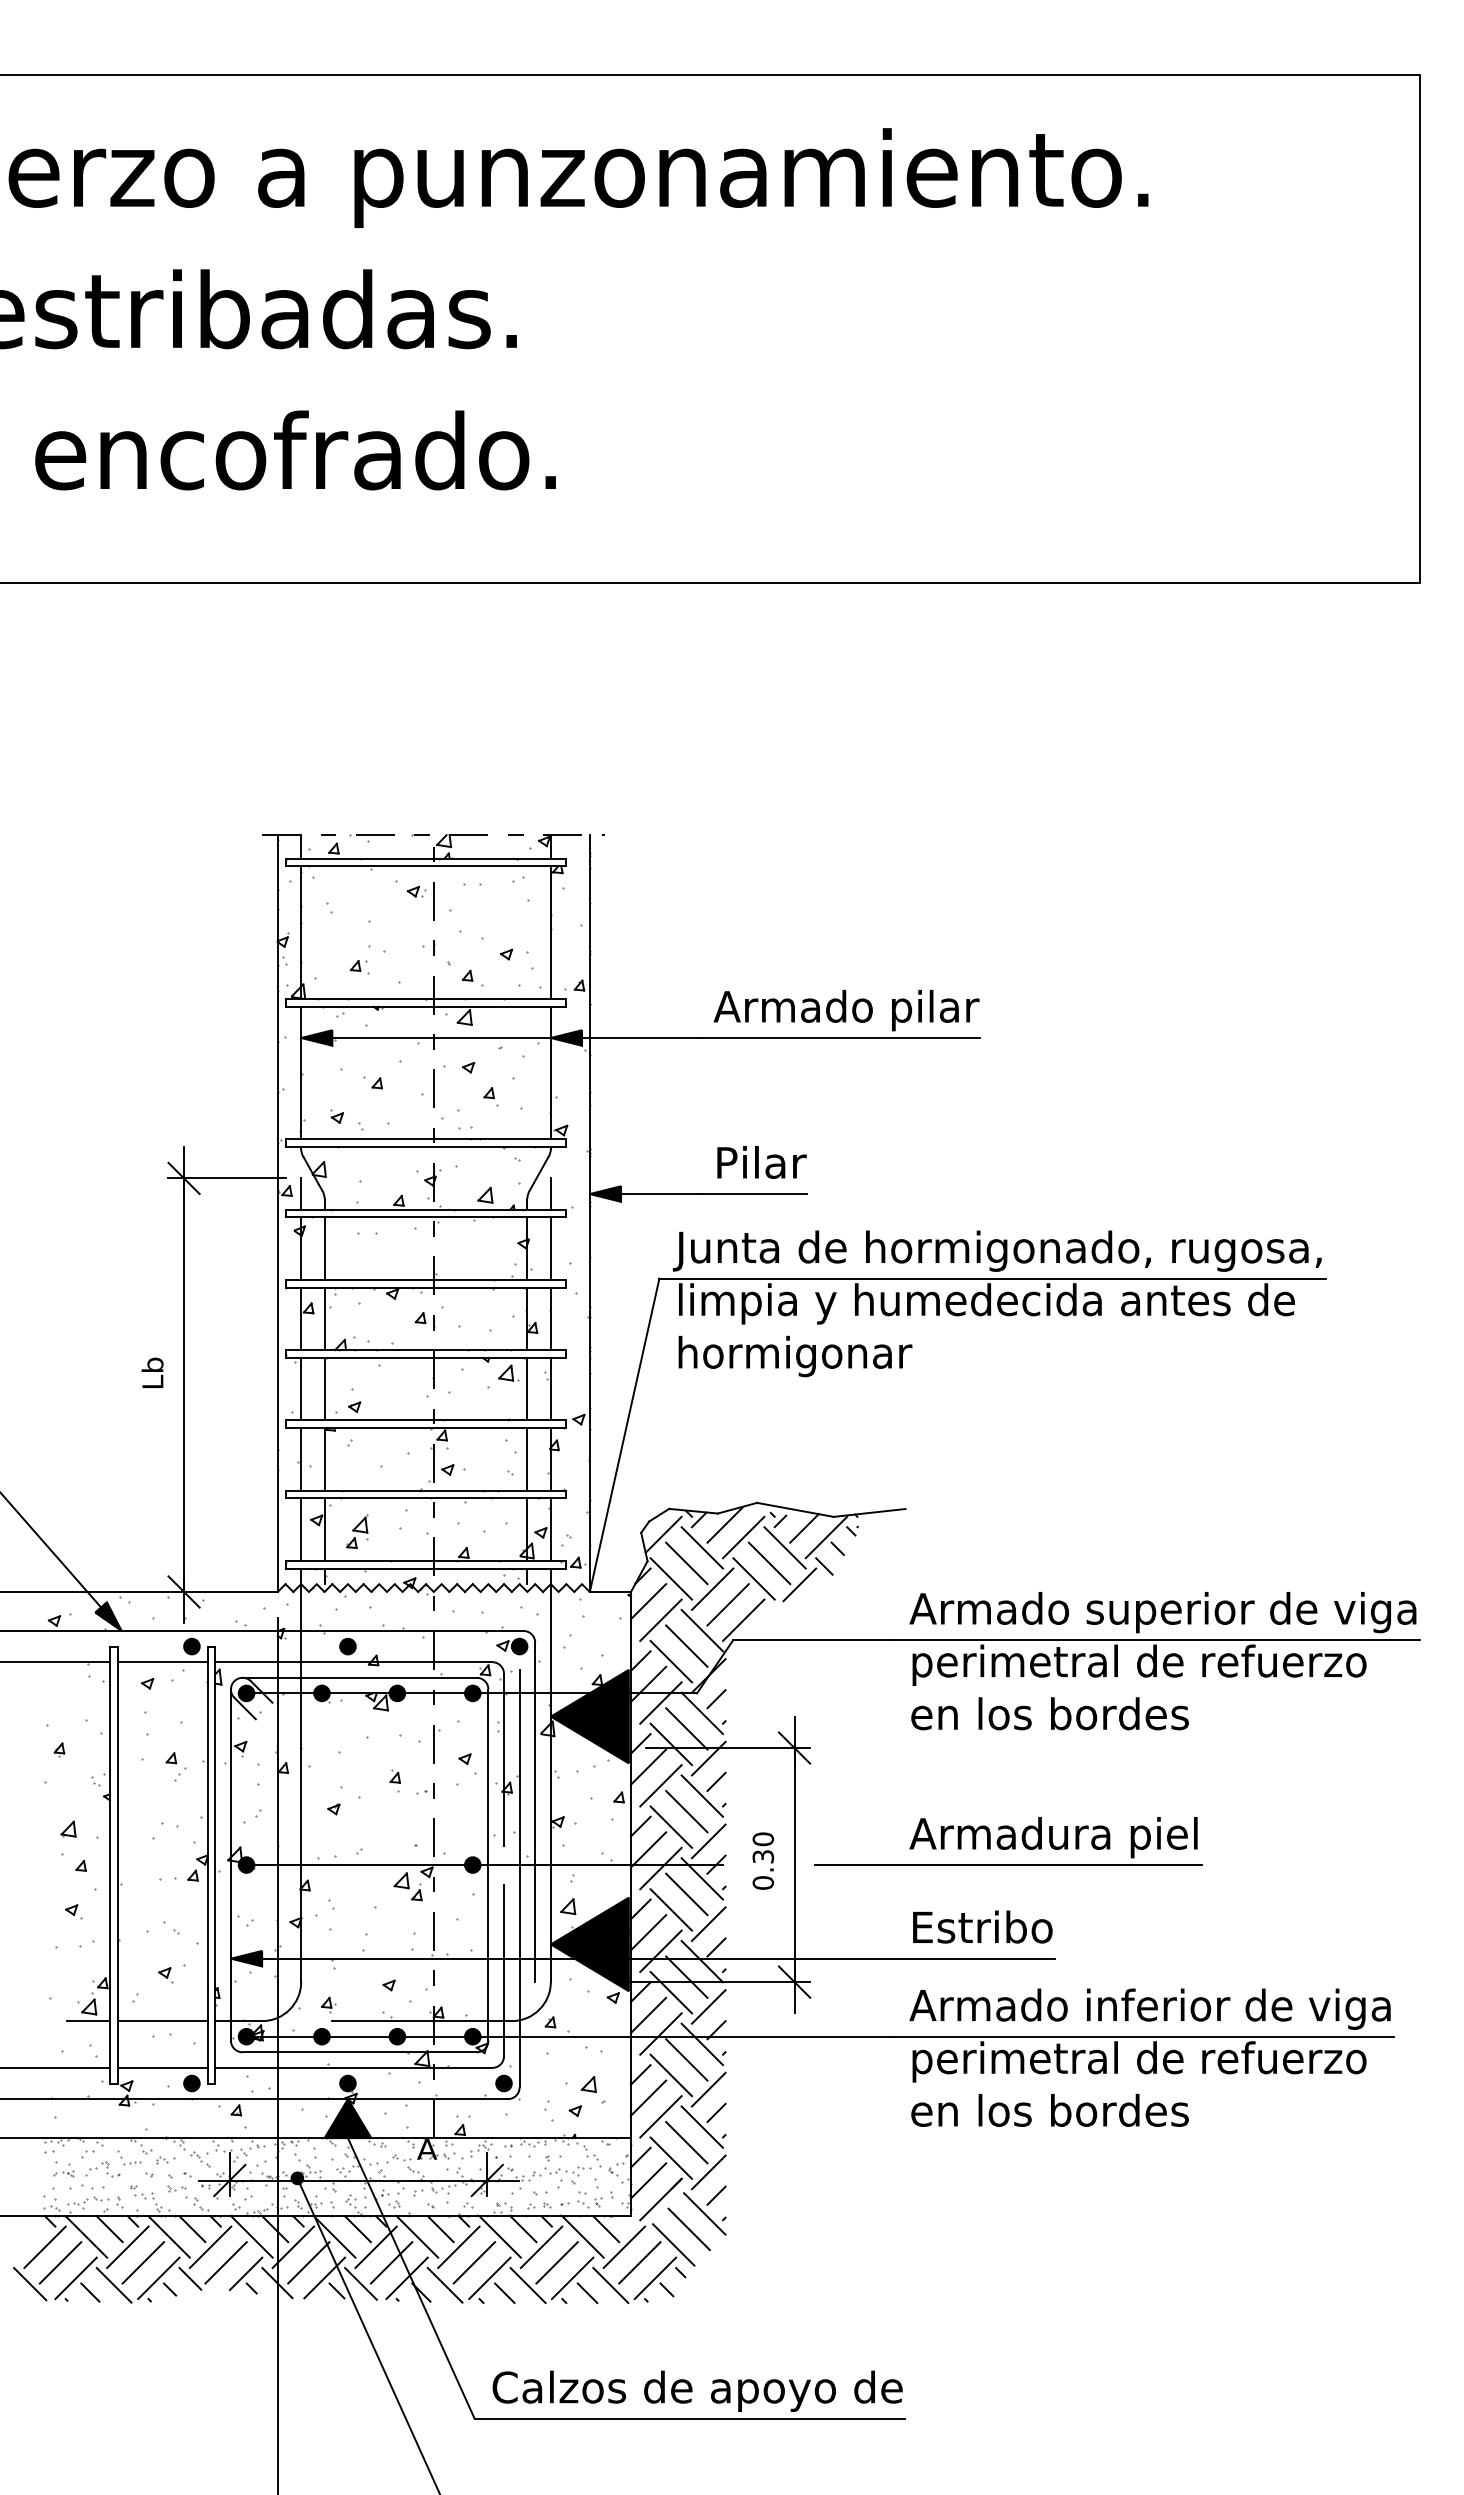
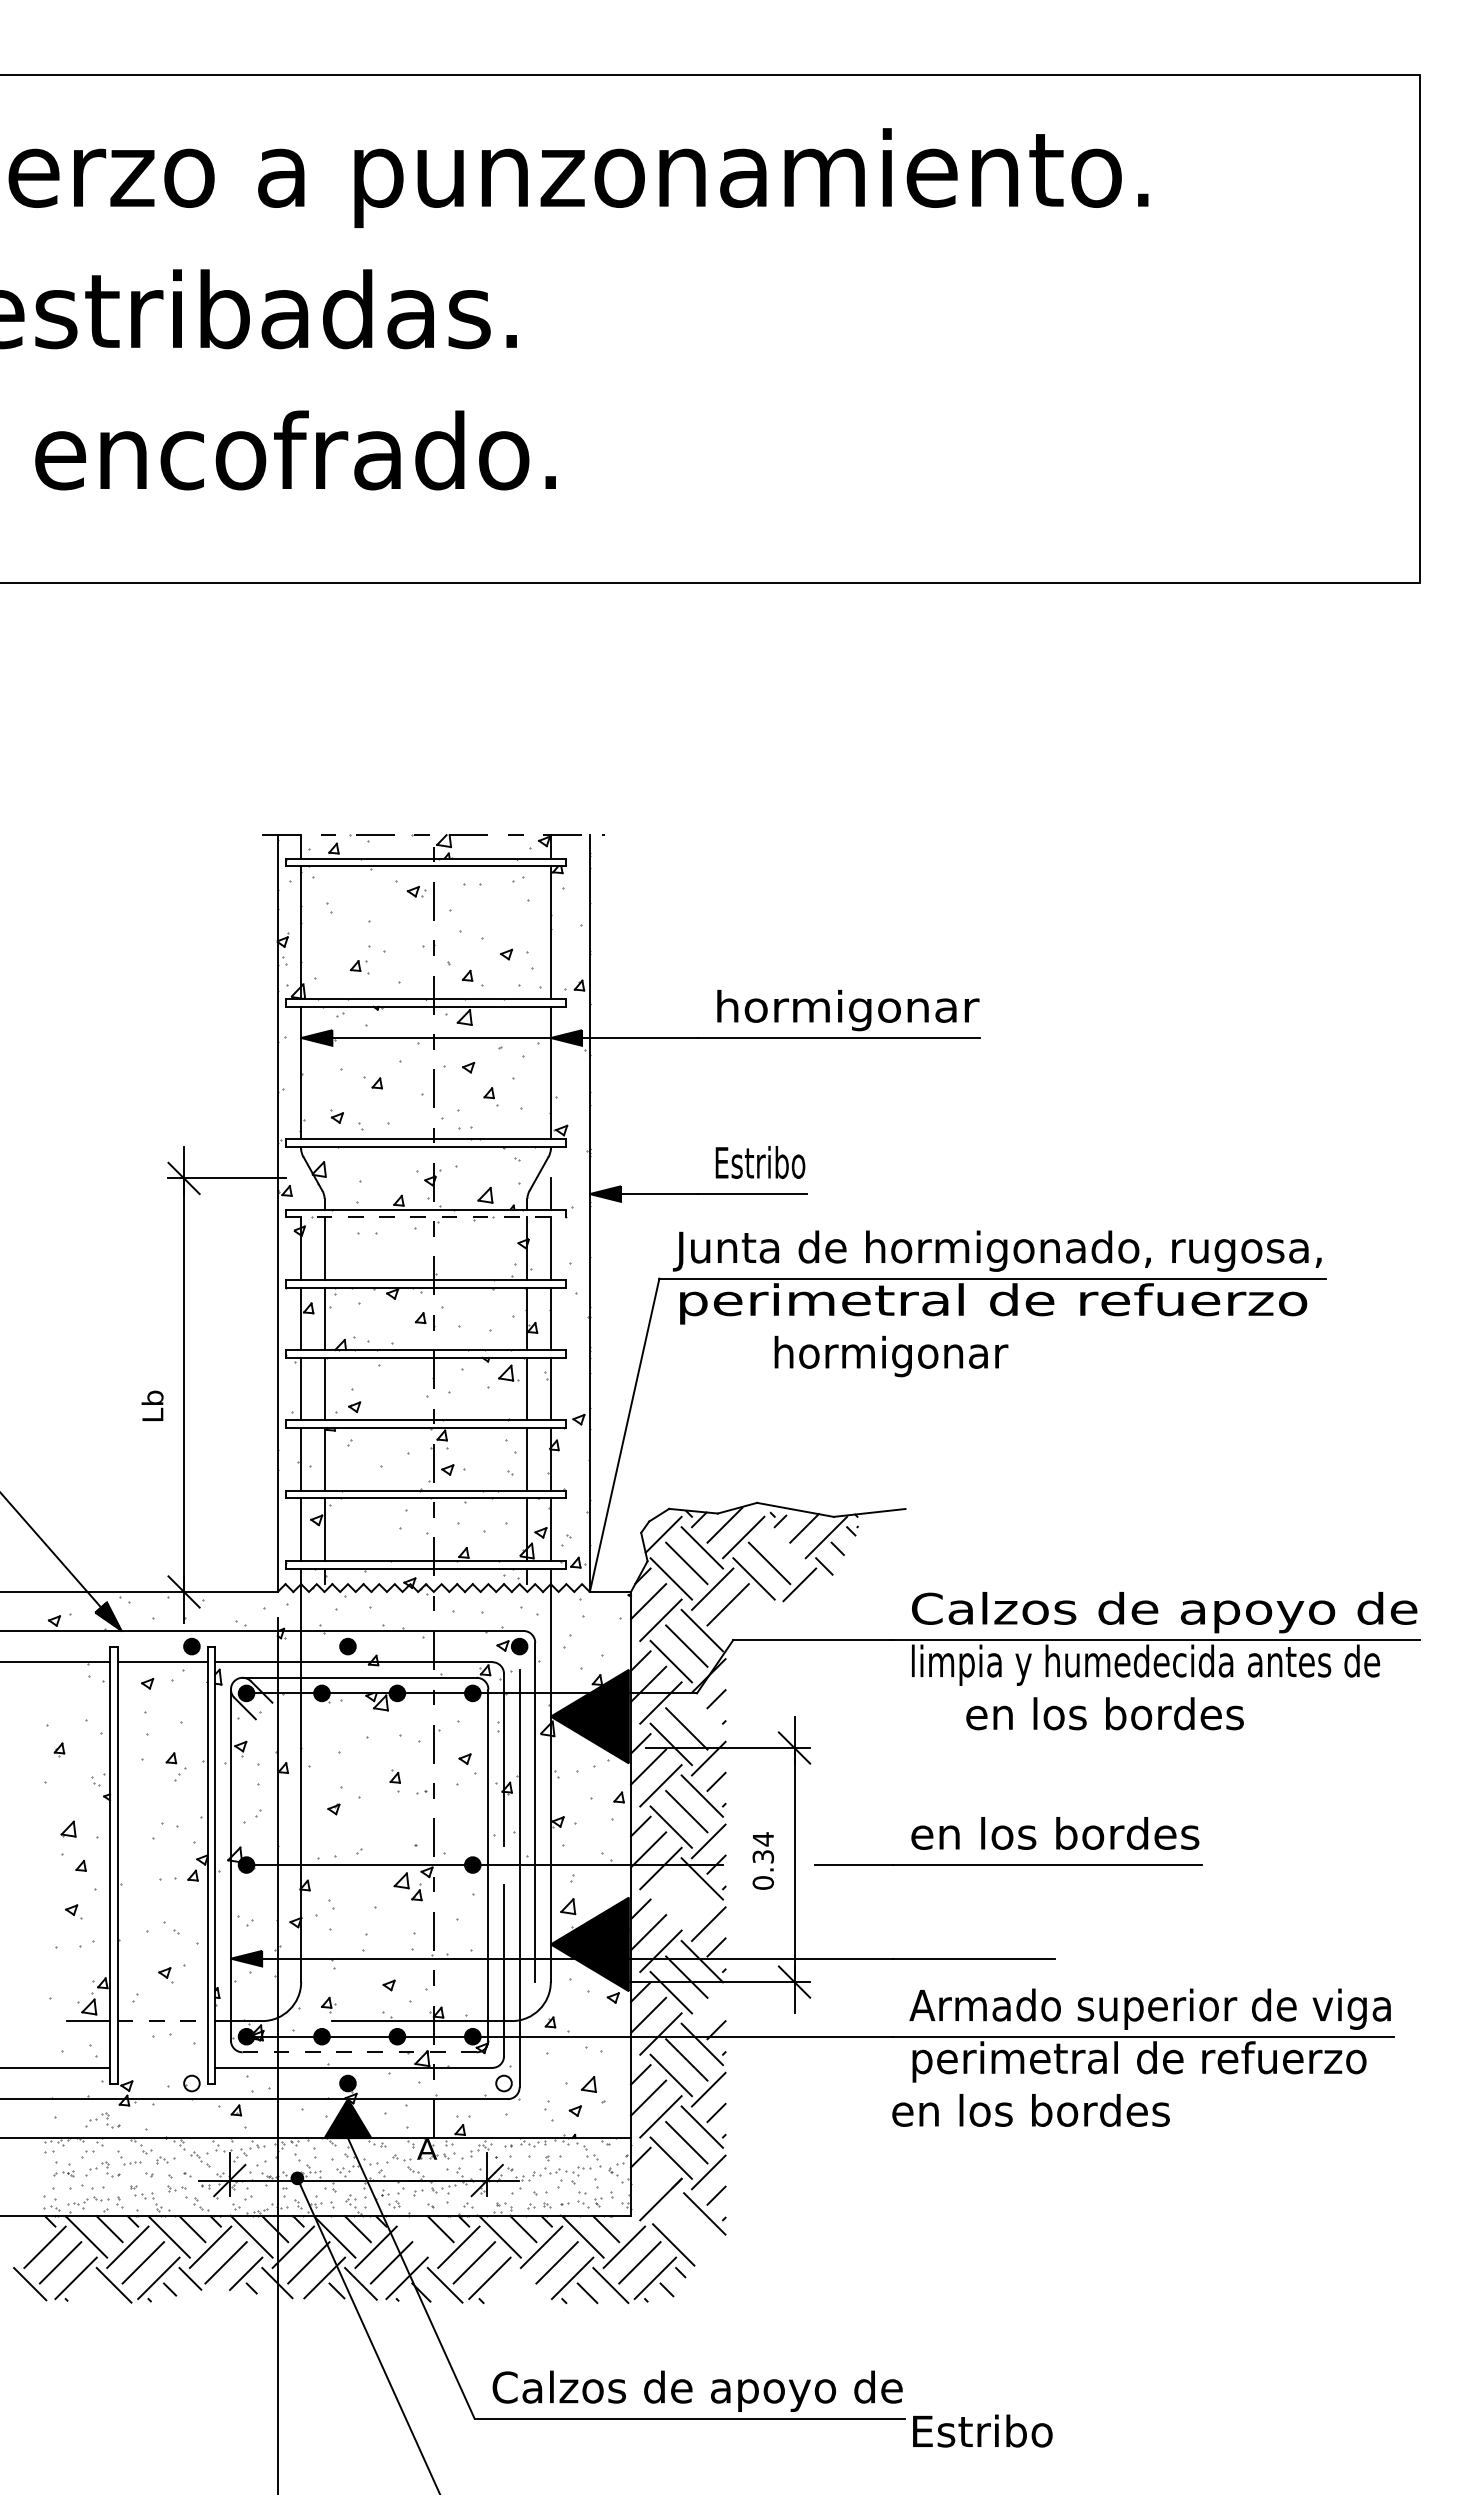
text at (843, 1010): Armado pilar -> hormigonar
text at (760, 1162): Pilar -> Estribo
line at (301, 1193): present -> none
line at (426, 1217): solid -> dashed
text at (992, 1303): limpia y humedecida antes de -> perimetral de refuerzo
text at (795, 1356) position: (795, 1356) -> (891, 1356)
text at (152, 1372) position: (152, 1372) -> (152, 1405)
part at (357, 1531): present -> none
line at (784, 1547): present -> none
text at (1163, 1612): Armado superior de viga -> Calzos de apoyo de
line at (743, 1619): present -> none
text at (1145, 1664): perimetral de refuerzo -> limpia y humedecida antes de
line at (702, 1713): present -> none
text at (1049, 1713) position: (1049, 1713) -> (1104, 1713)
text at (1054, 1837): Armadura piel -> en los bordes
text at (763, 1839): 0.30 -> 0.34
line at (686, 1894): present -> none
line at (670, 1909): present -> none
text at (982, 1926) position: (982, 1926) -> (982, 2430)
line at (708, 2006): present -> none
text at (1150, 2008): Armado inferior de viga -> Armado superior de viga
line at (162, 2021): solid -> dashed
line at (359, 2052): solid -> dashed
line at (162, 2067): present -> none
fill at (191, 2083): present -> none
fill at (503, 2083): present -> none
text at (1049, 2110) position: (1049, 2110) -> (1030, 2110)
part at (102, 2120): none -> present
line at (648, 2180): present -> none
line at (688, 2229): present -> none
line at (417, 2236): present -> none
line at (527, 2285): present -> none
line at (90, 2292): present -> none
line at (504, 2293): present -> none
